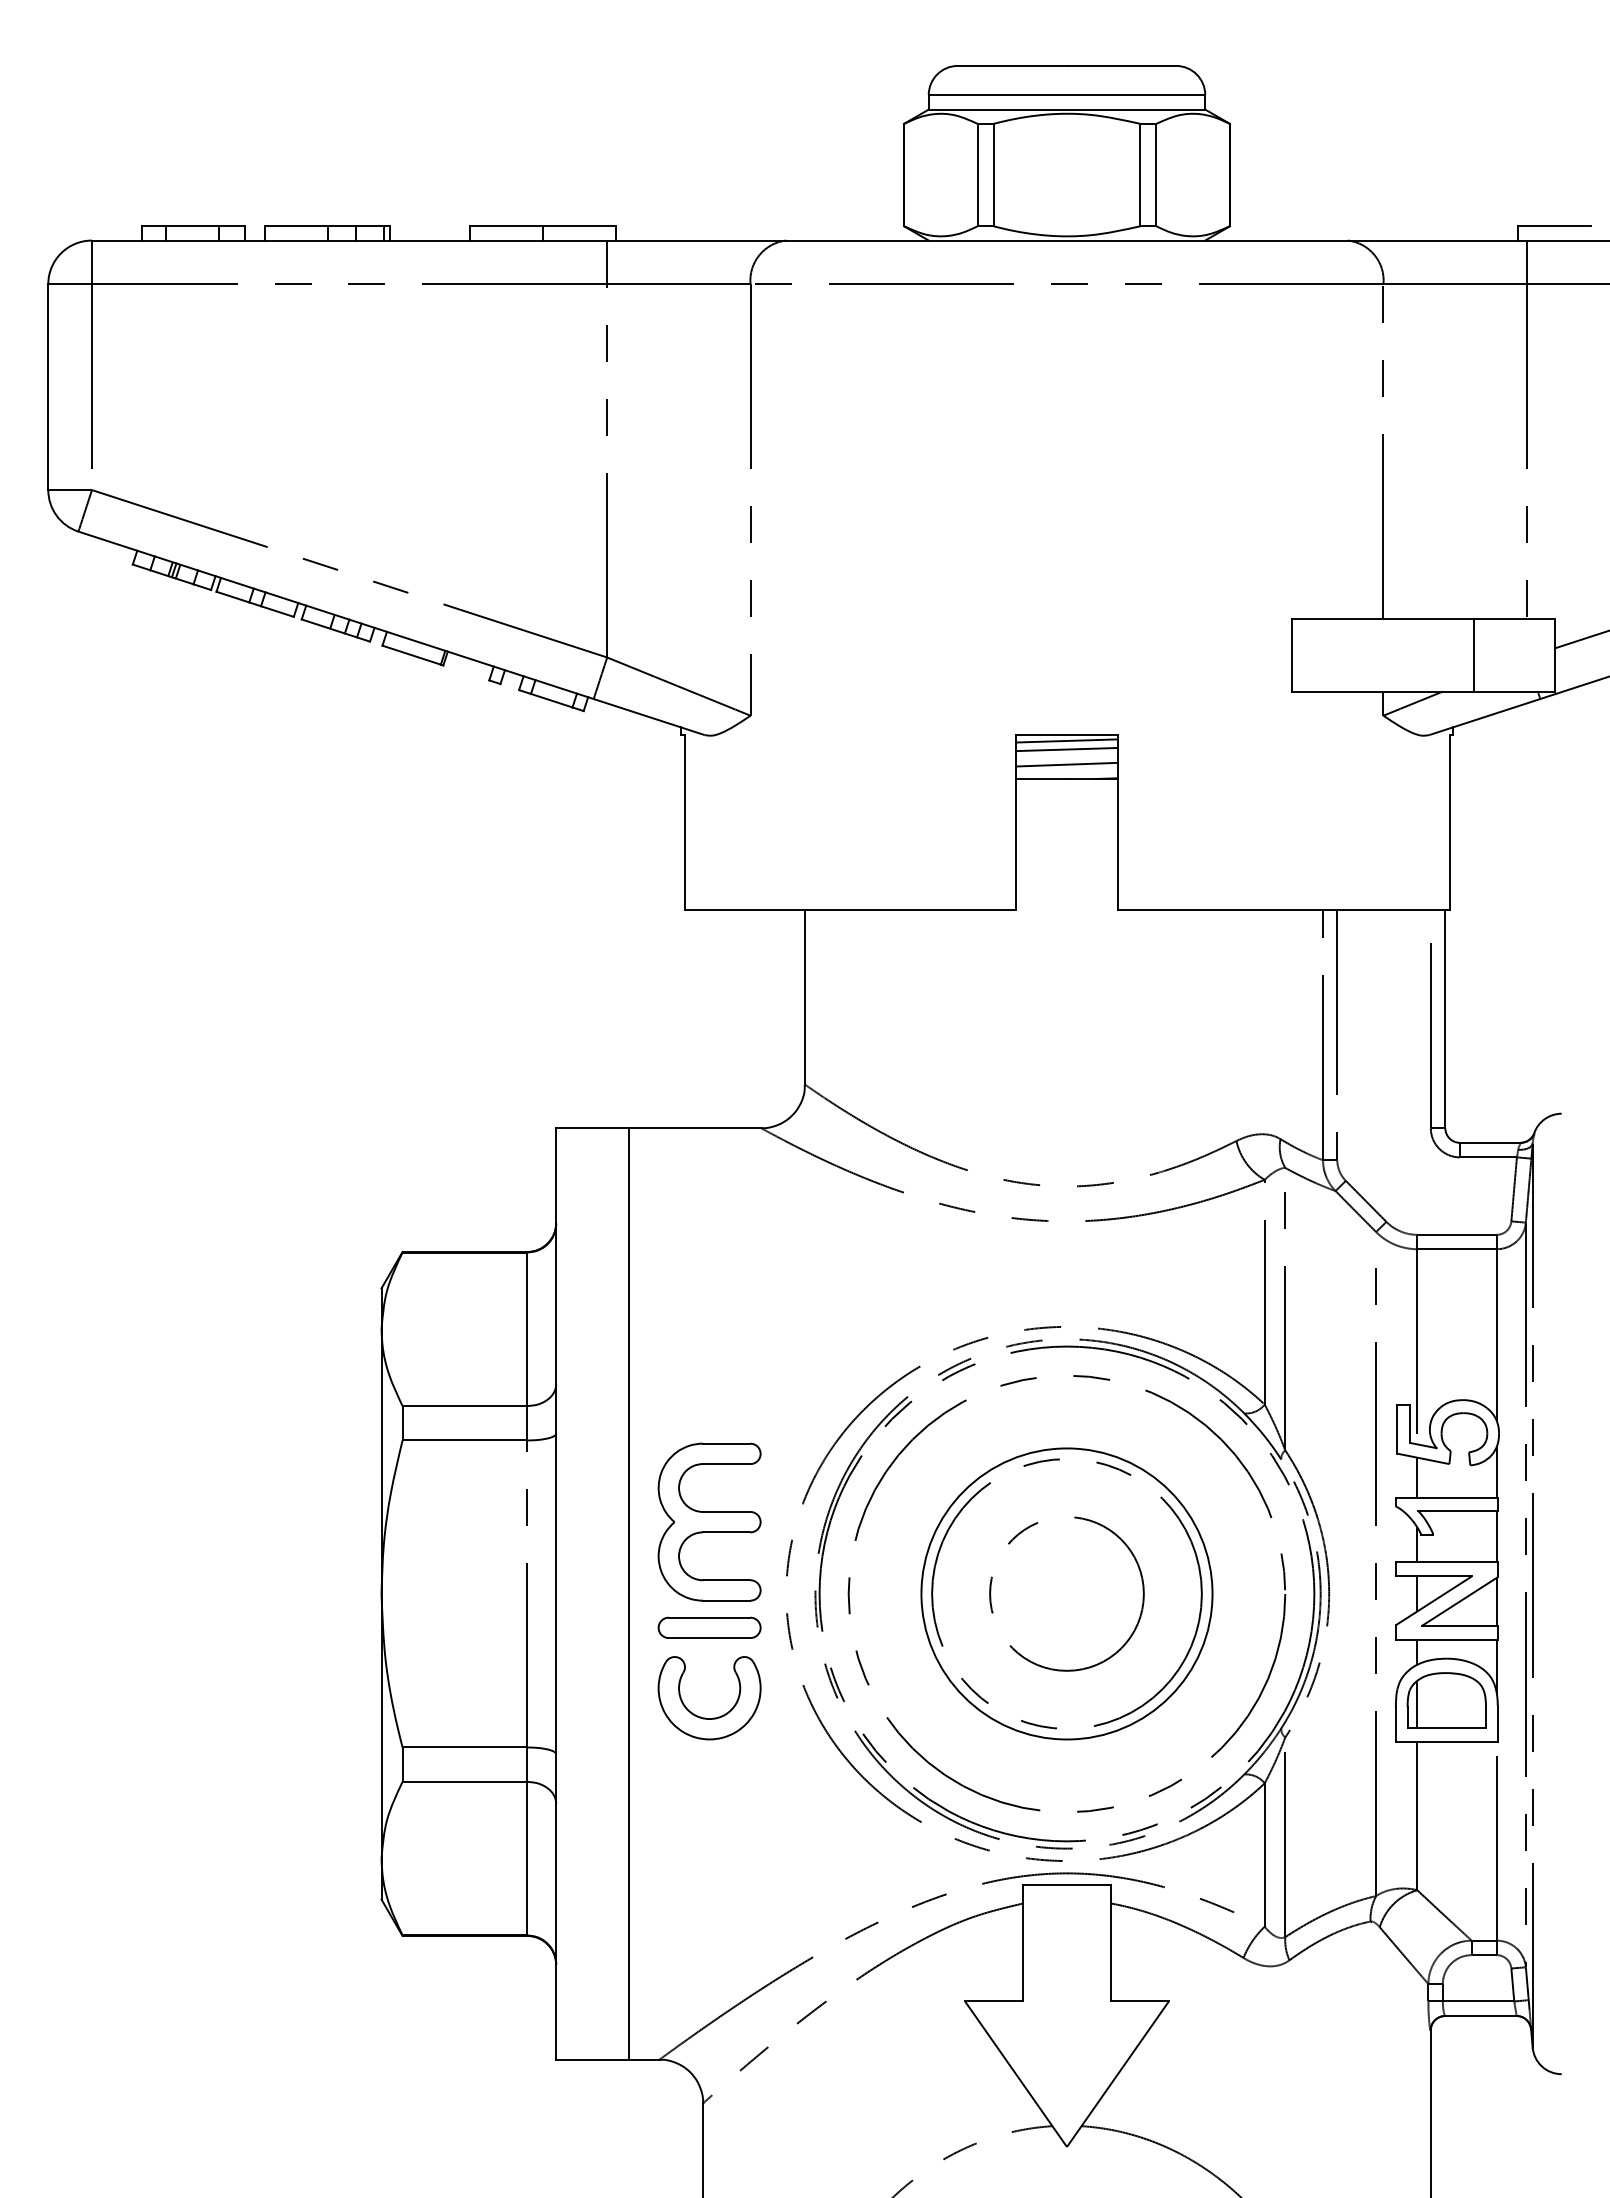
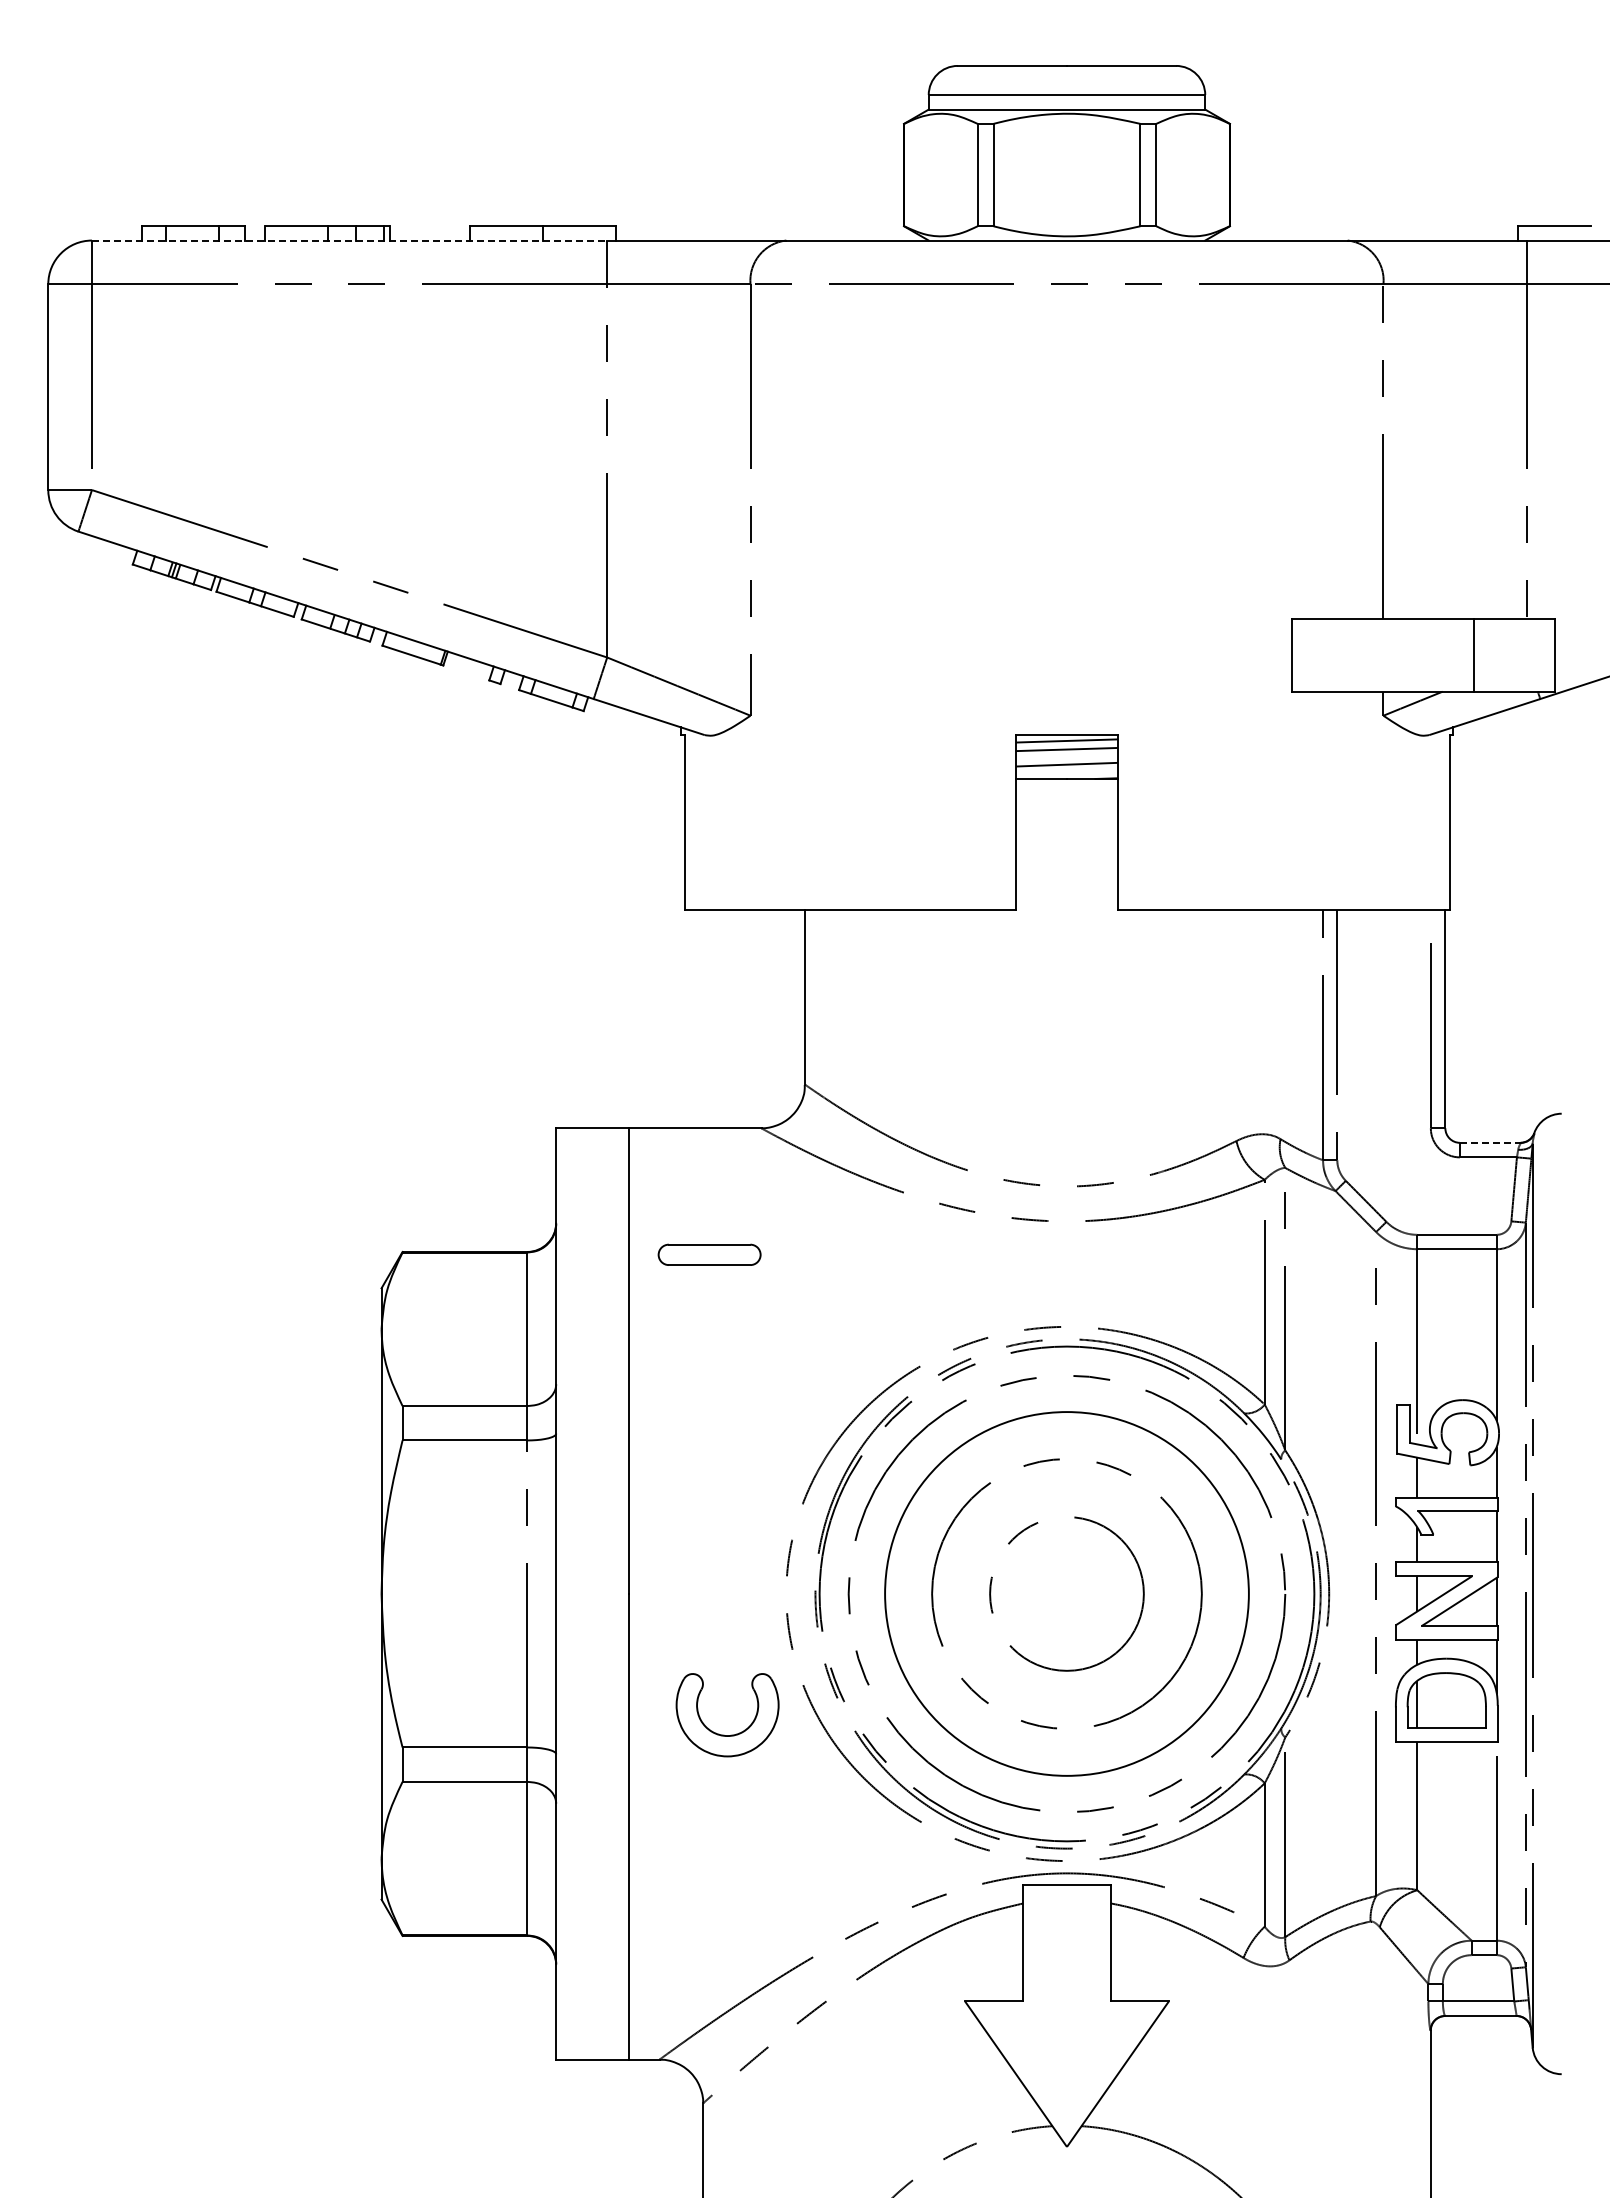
line at (349, 240): solid -> dashed
line at (1580, 639): present -> none
line at (1490, 1142): solid -> dashed
part at (709, 1521): present -> none
circle at (1066, 1593) diameter: 291 px -> 364 px
part at (709, 1627) position: (709, 1627) -> (709, 1254)
part at (706, 1717) position: (706, 1717) -> (724, 1734)
